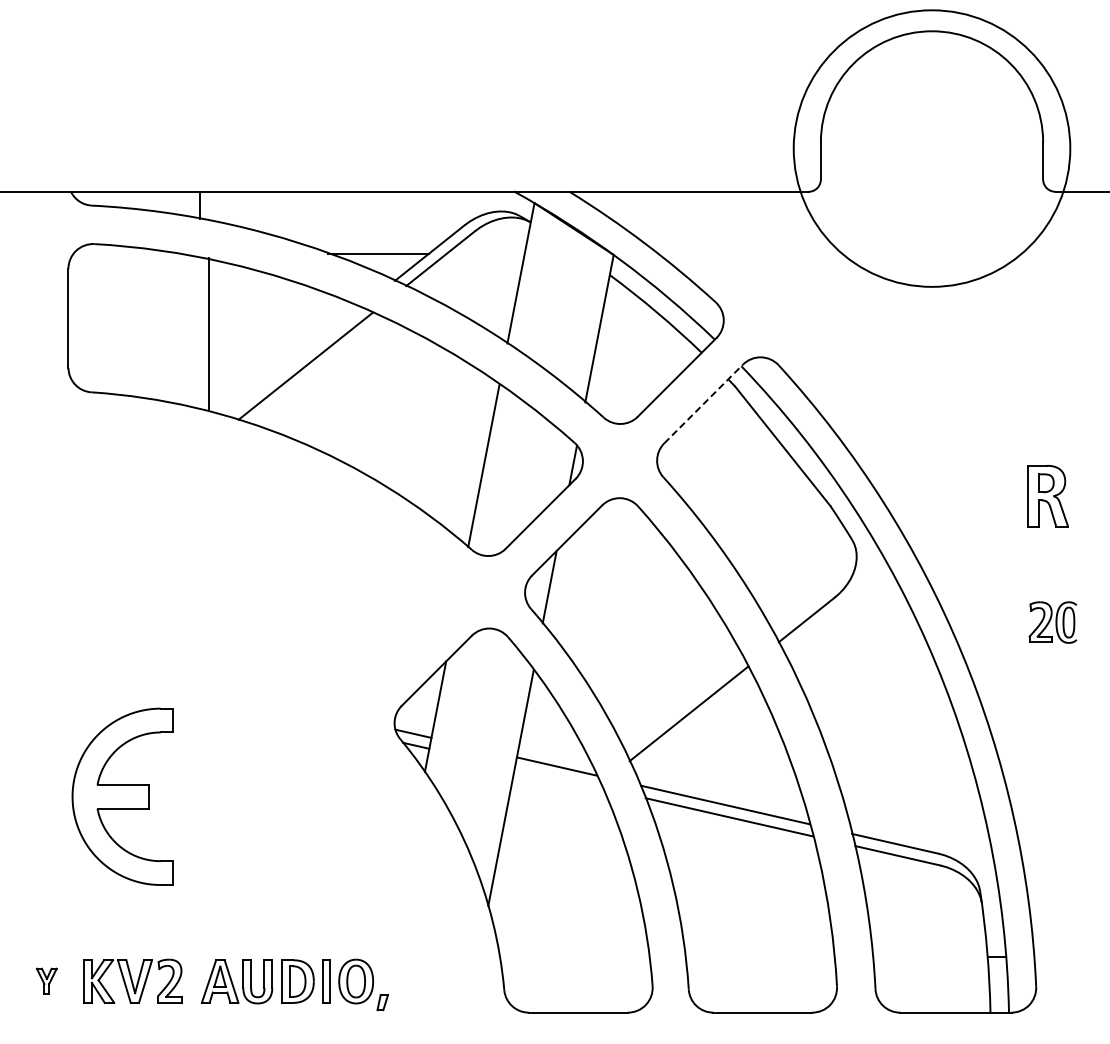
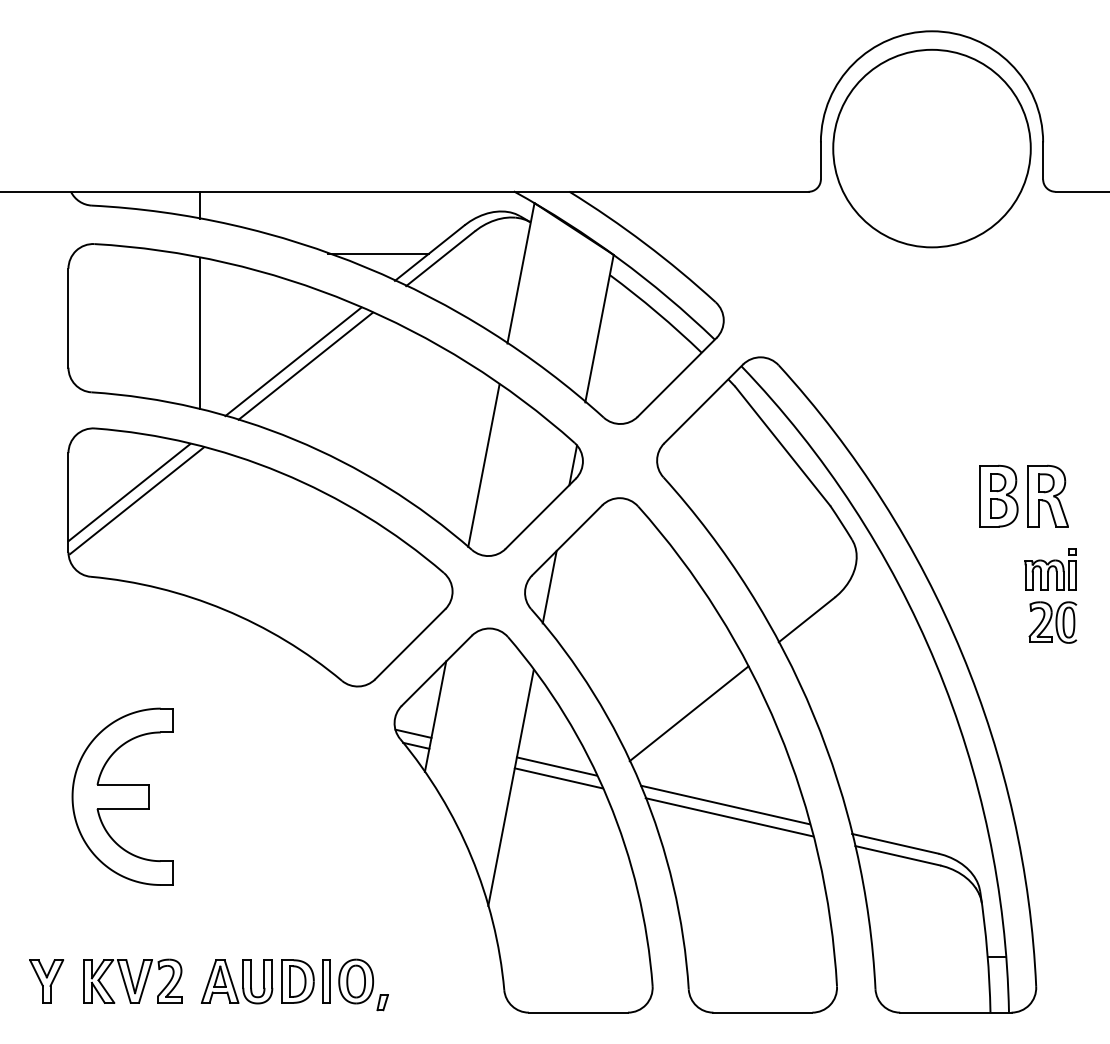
circle at (931, 148) diameter: 277 px -> 198 px
line at (208, 333) position: (208, 333) -> (199, 333)
line at (293, 361): none -> present
line at (703, 403): dashed -> solid
part at (998, 495): none -> present
part at (260, 557): none -> present
part at (1050, 569): none -> present
line at (558, 778): none -> present
part at (46, 980) size: 23x28 px -> 36x45 px
